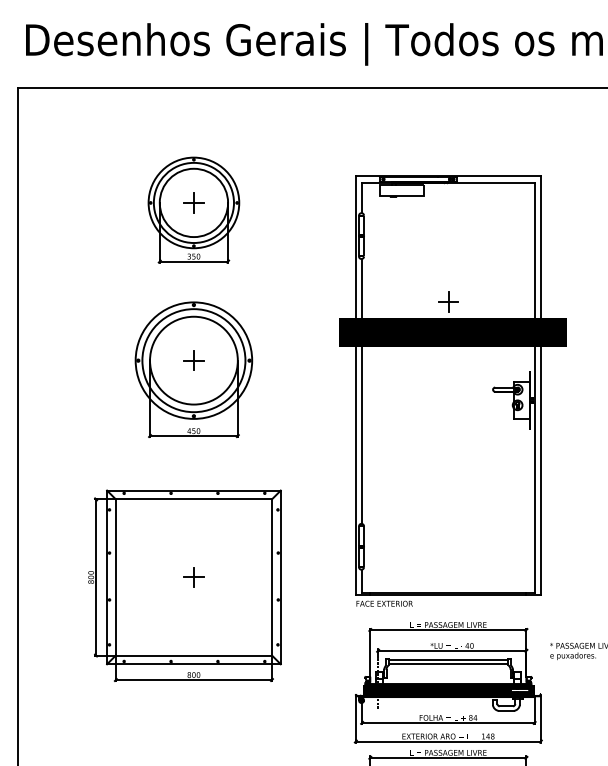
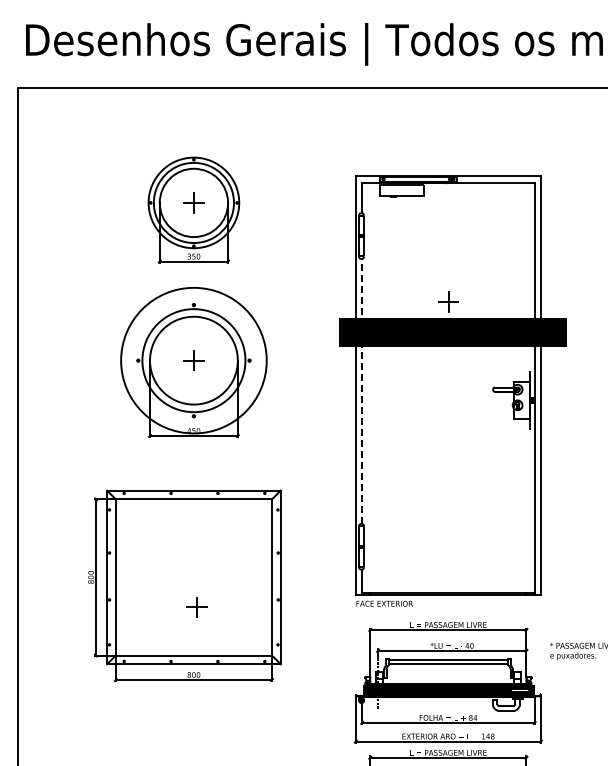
circle at (193, 360) diameter: 117 px -> 146 px
line at (362, 390): solid -> dashed
part at (193, 577) position: (193, 577) -> (196, 607)
